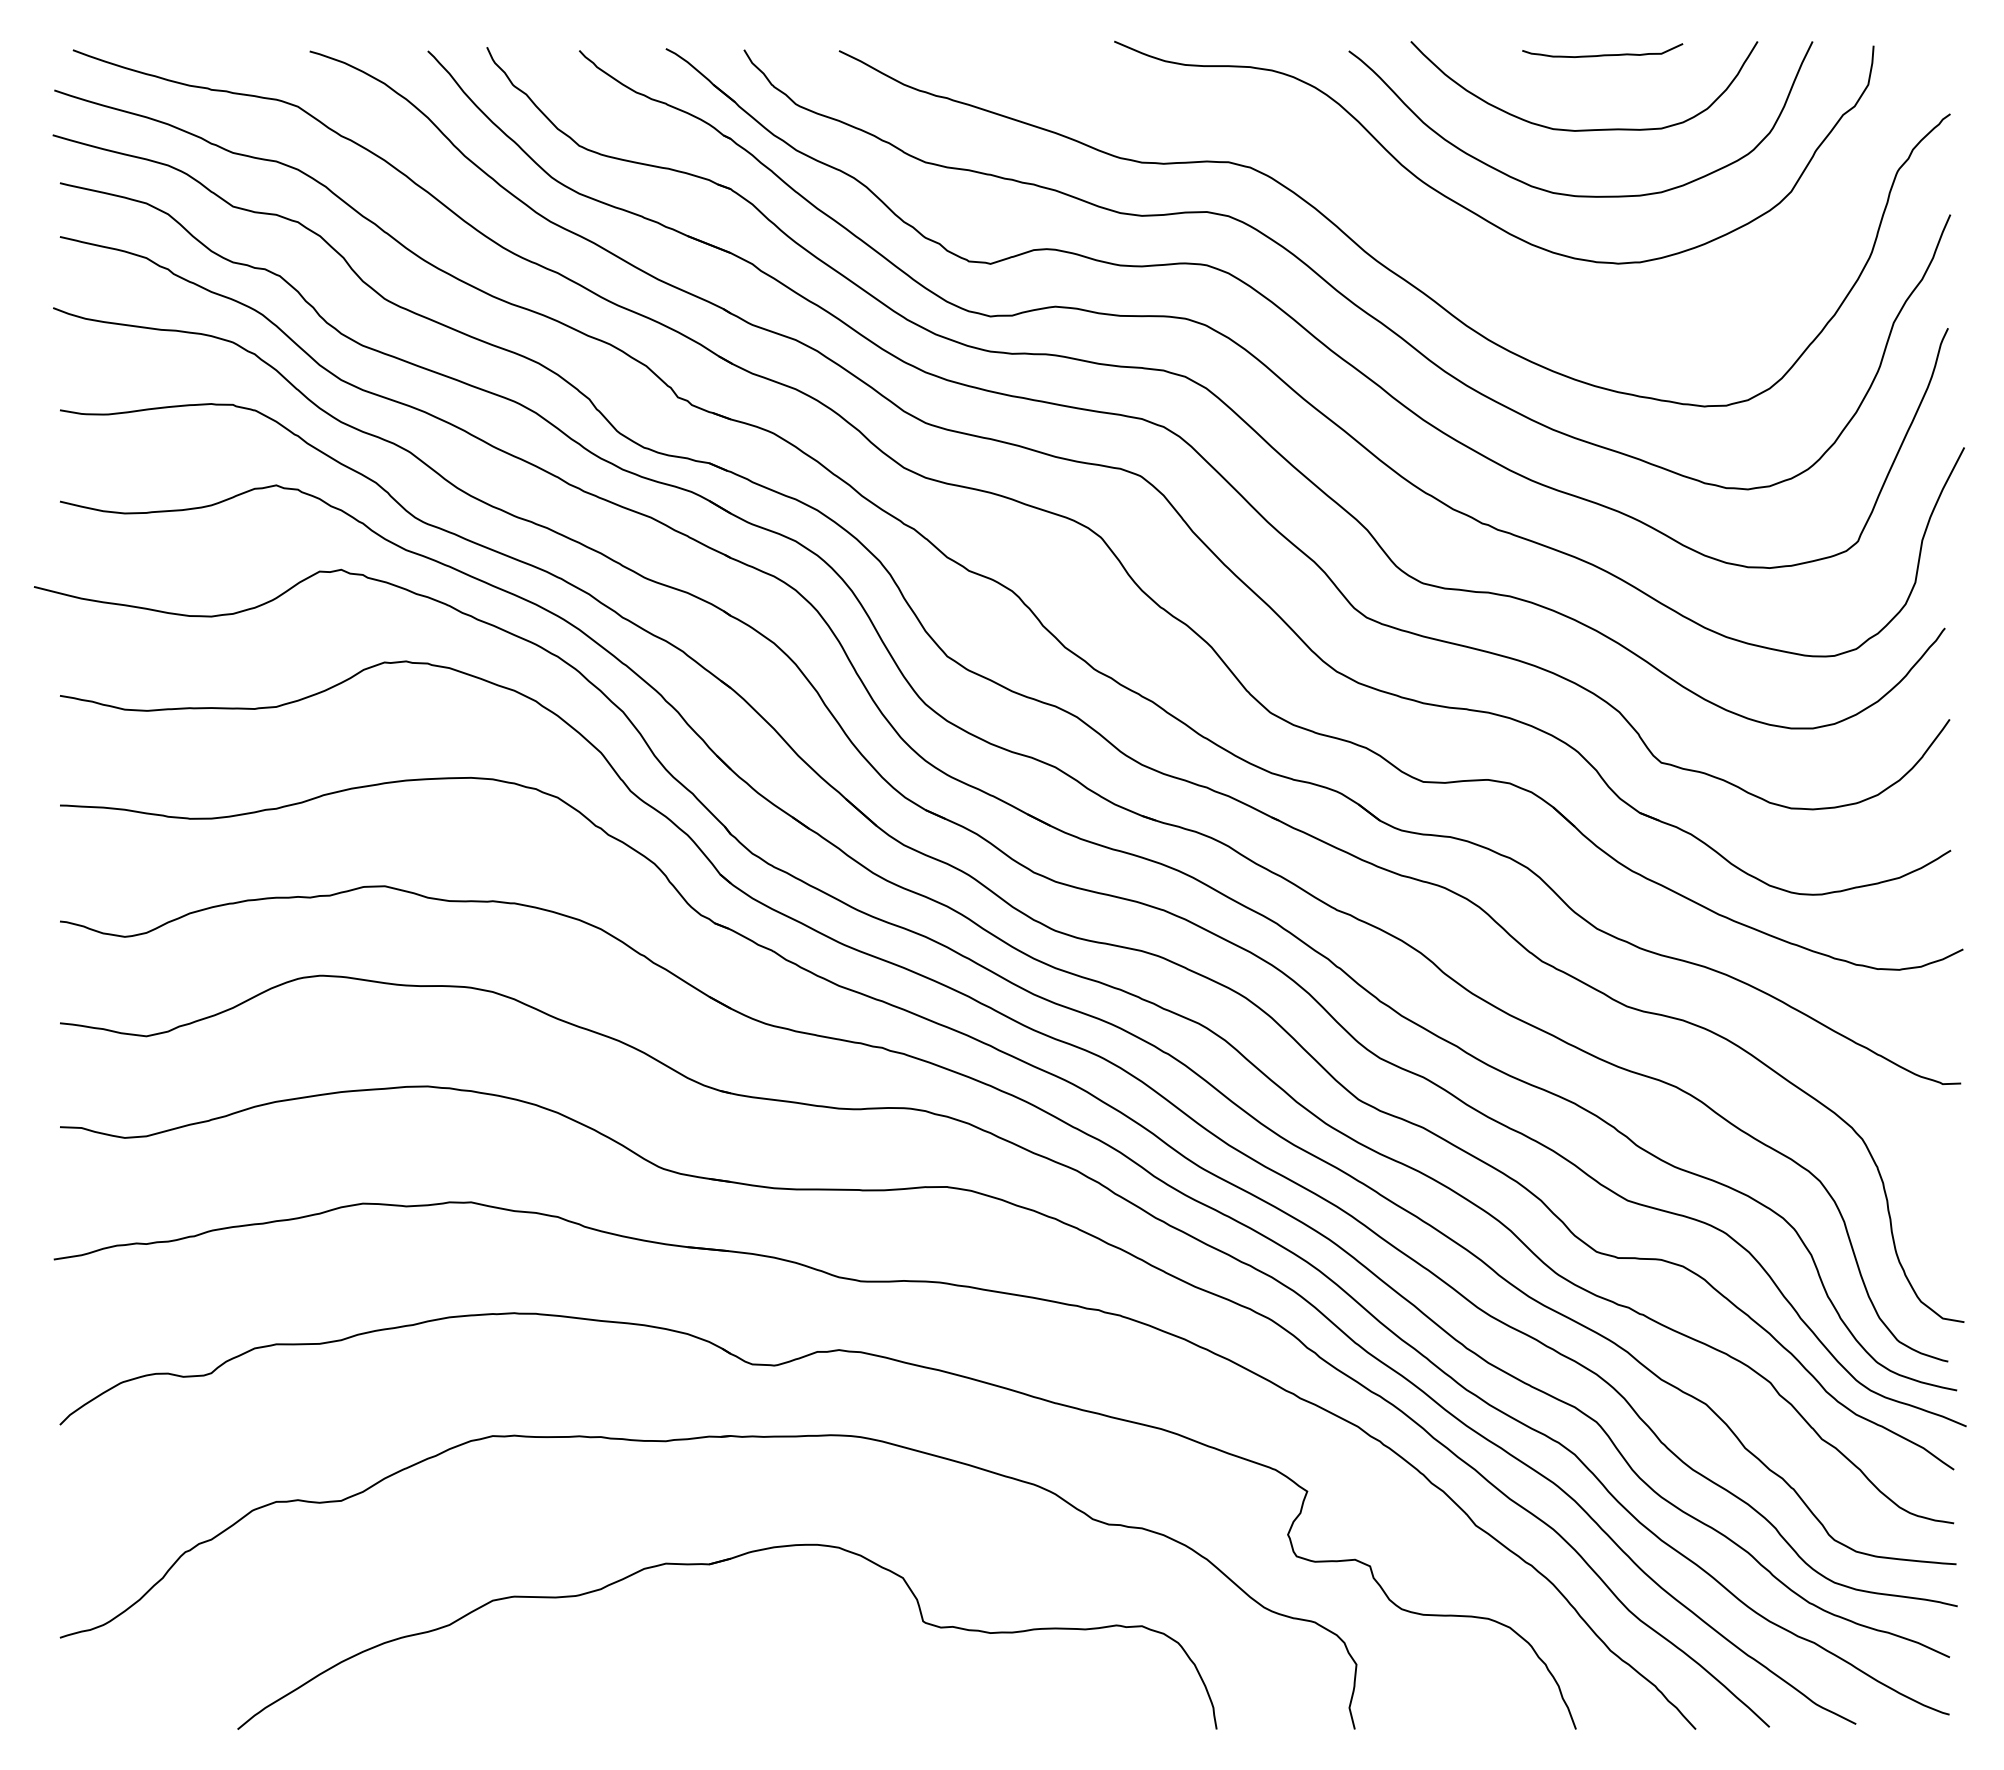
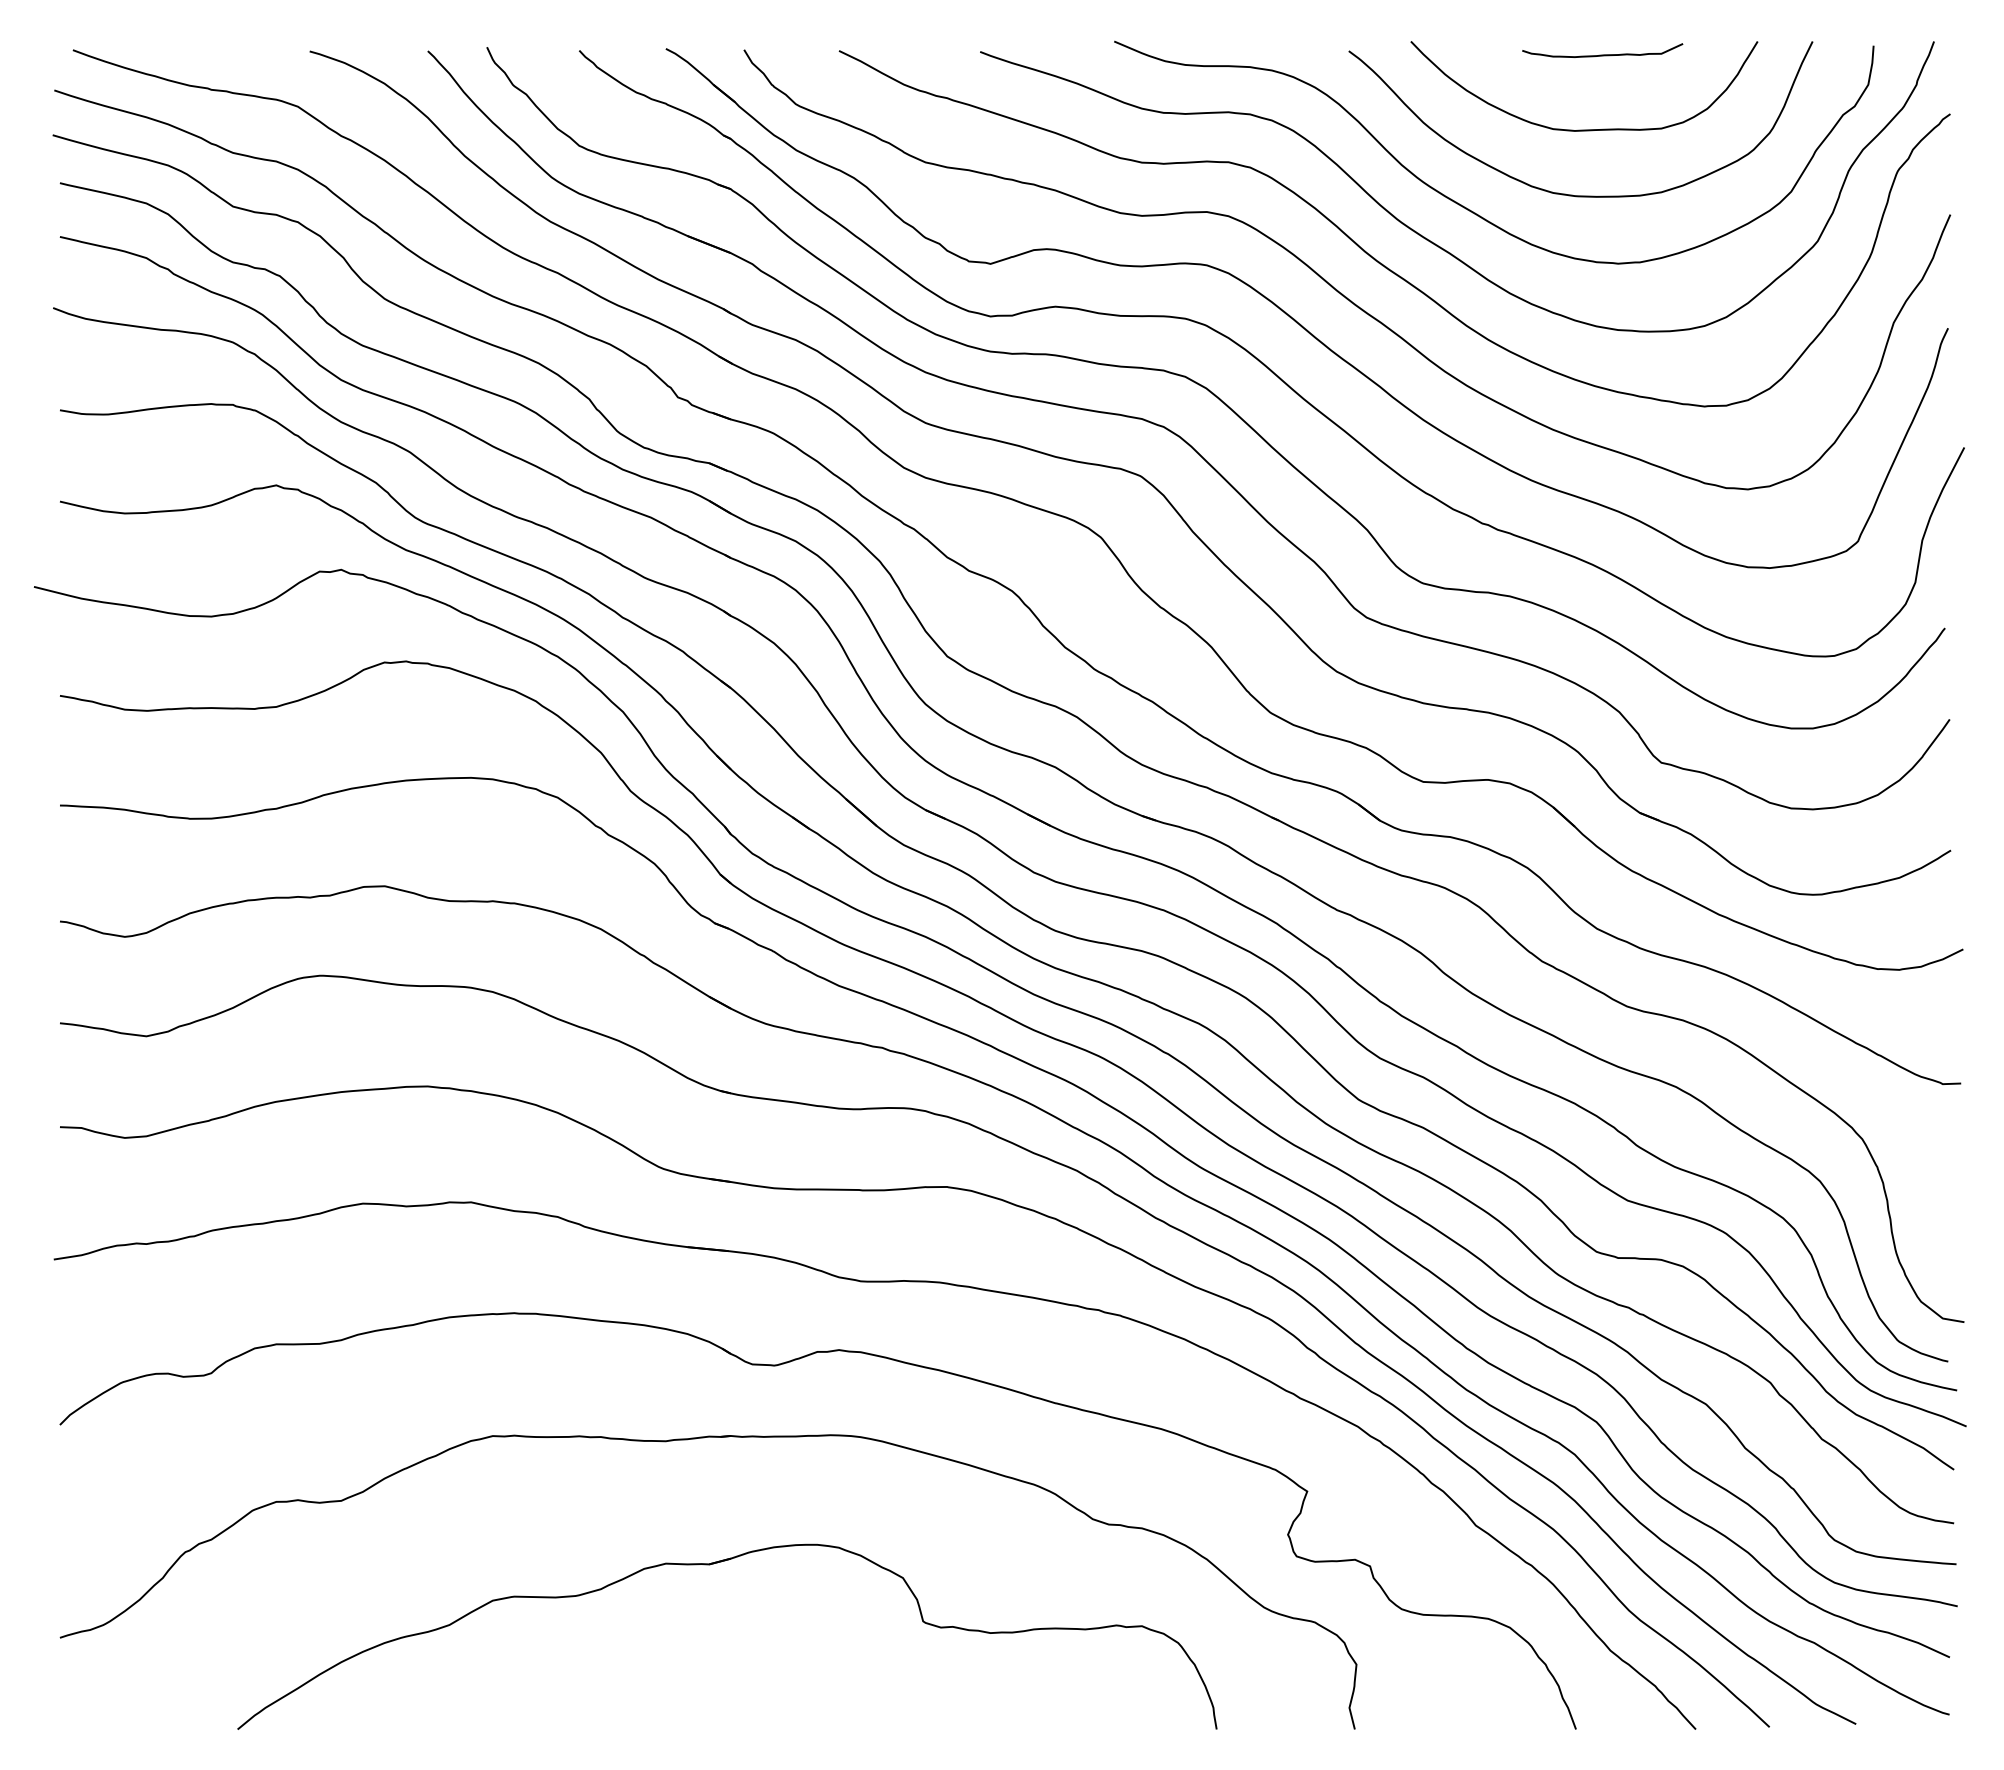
curve at (1424, 236): none -> present
